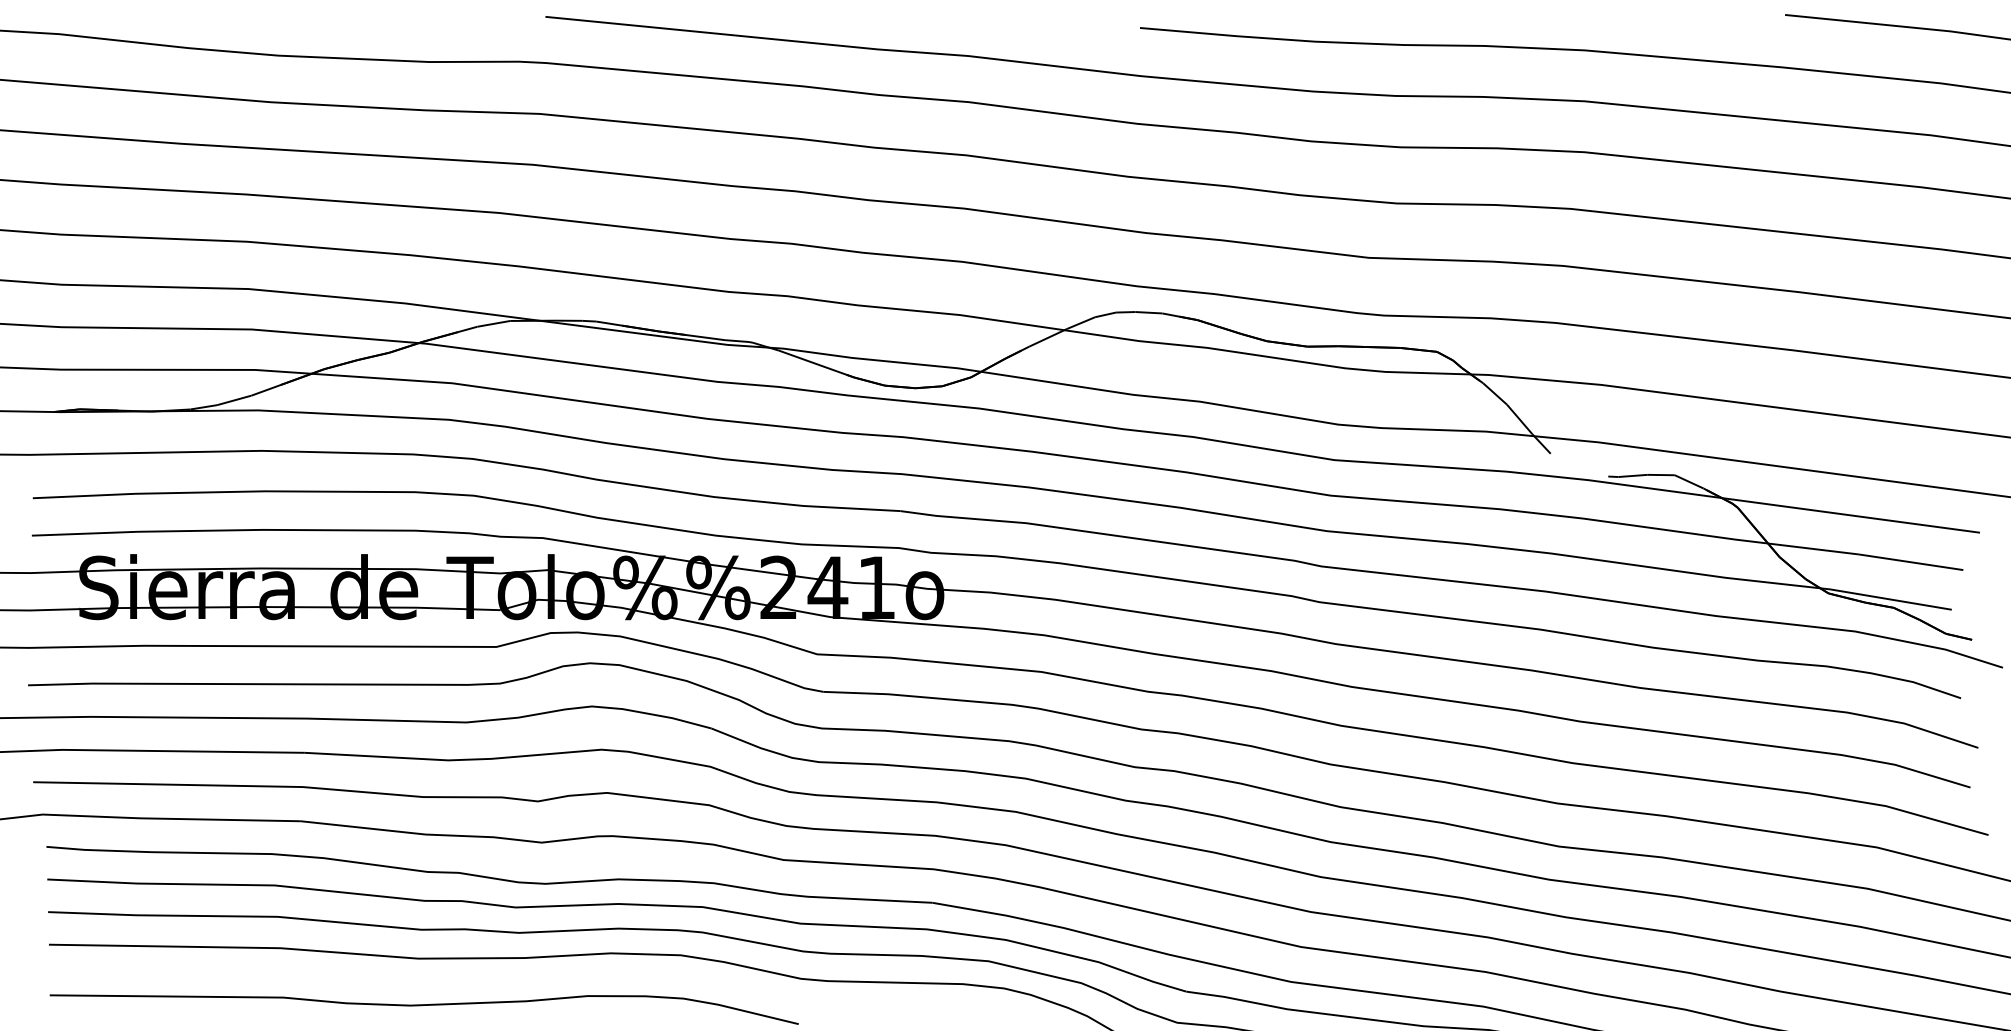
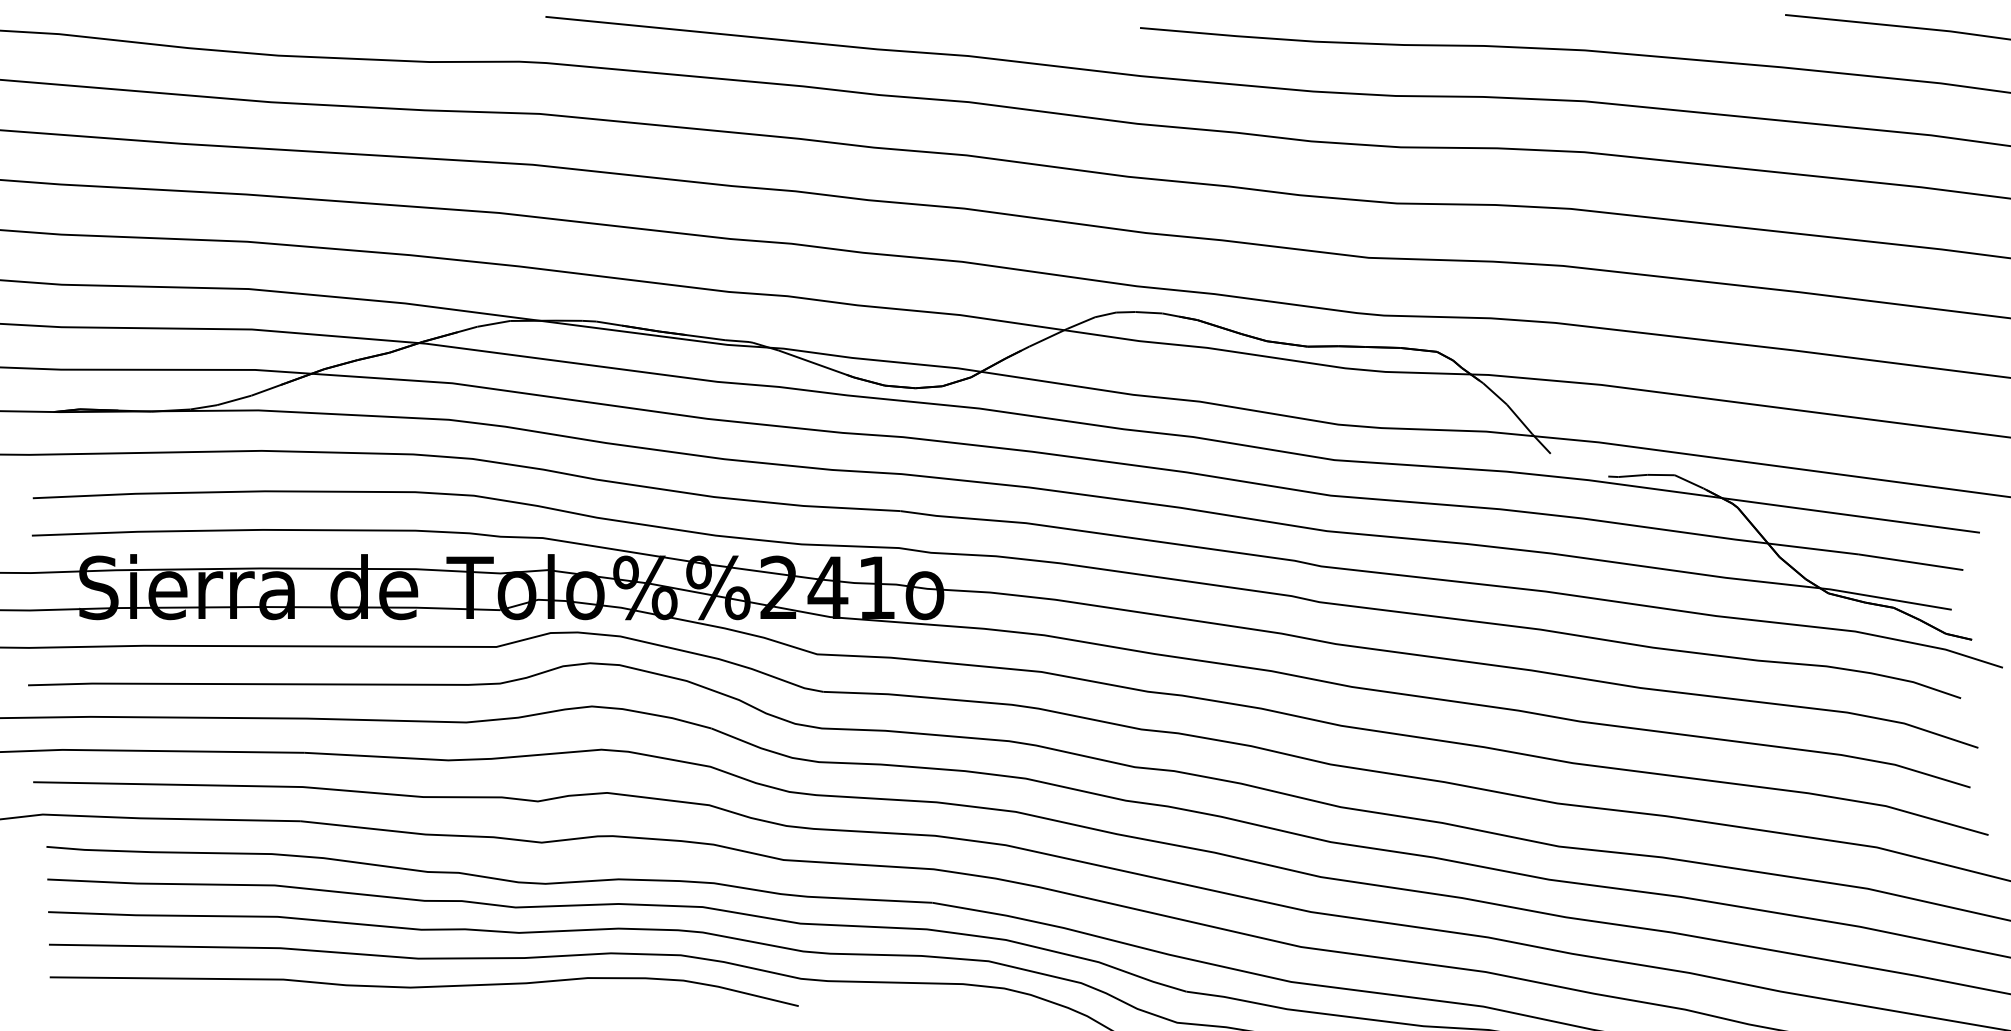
curve at (421, 1006) position: (421, 1006) -> (421, 988)
